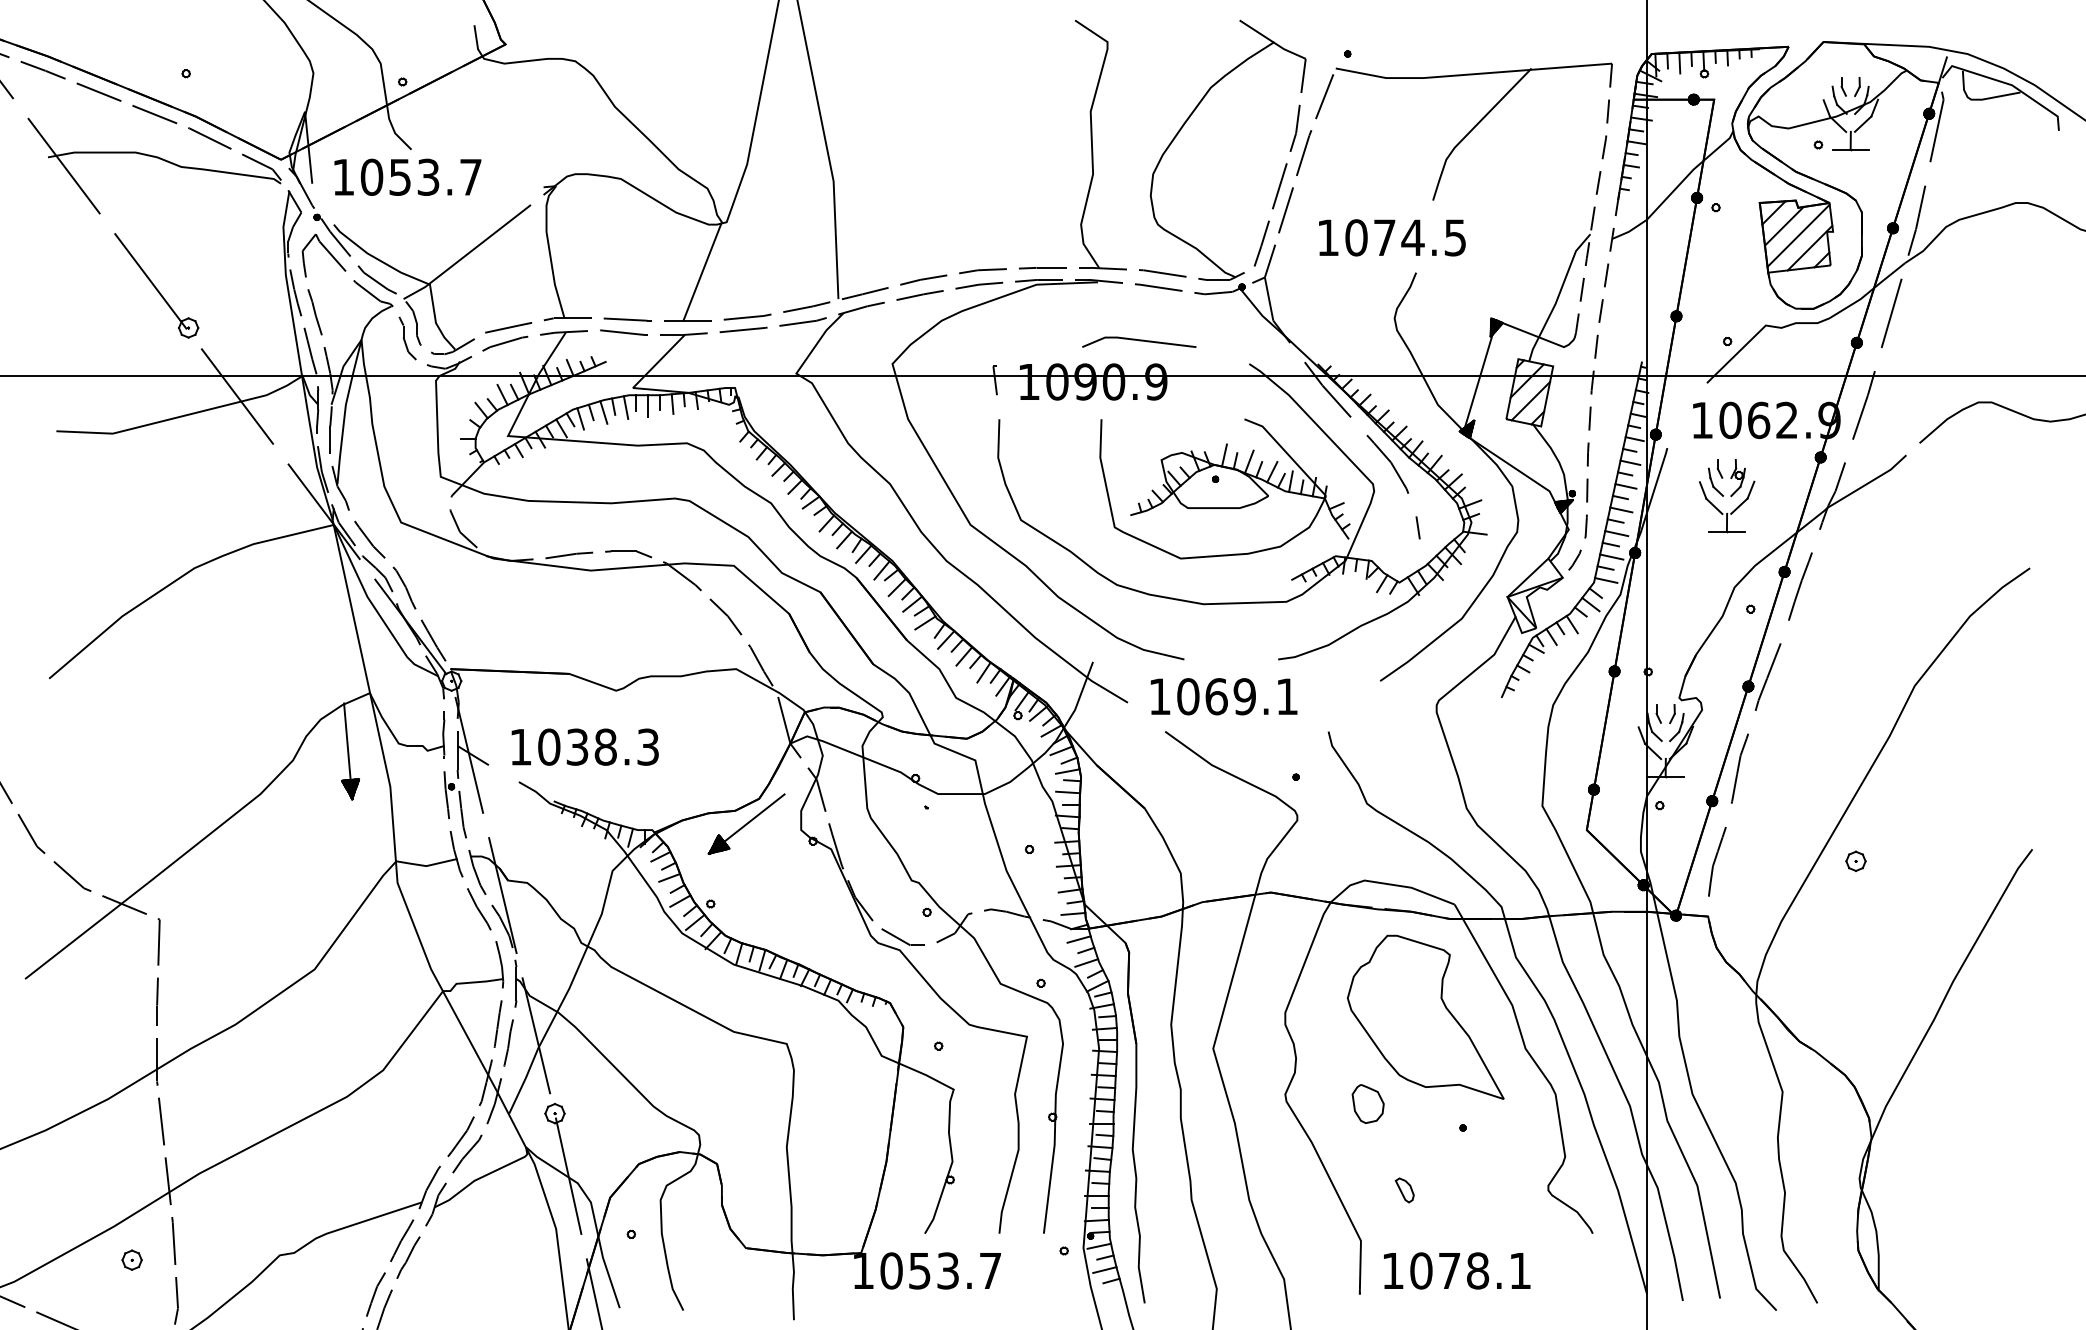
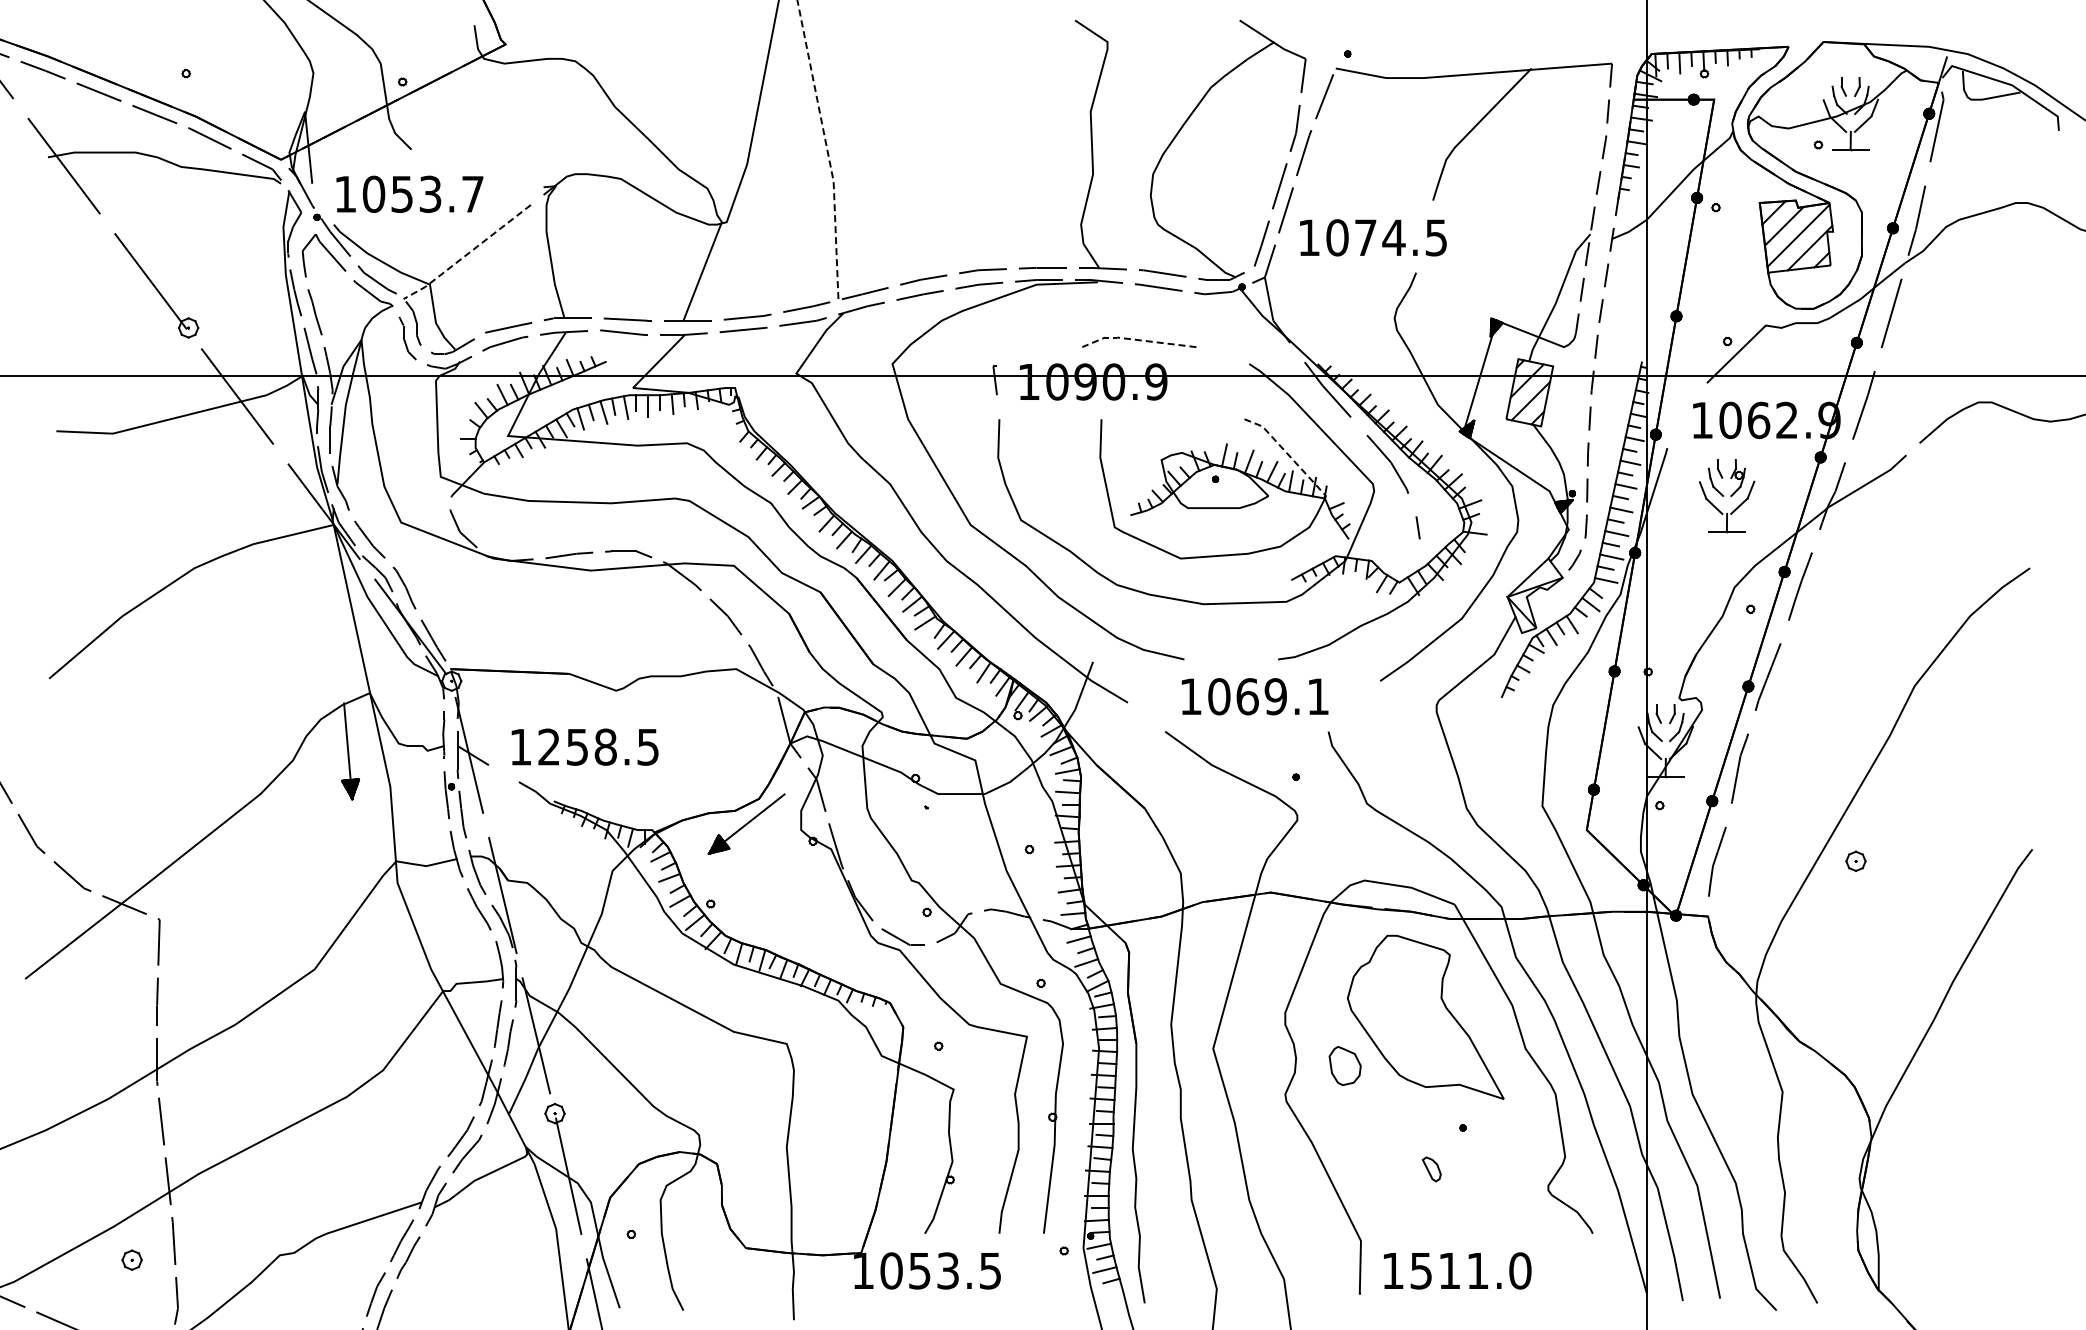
line at (827, 149): solid -> dashed
text at (407, 176) position: (407, 176) -> (409, 193)
text at (1392, 237) position: (1392, 237) -> (1373, 237)
line at (468, 253): solid -> dashed
line at (1136, 339): solid -> dashed
line at (1287, 453): solid -> dashed
text at (1223, 696) position: (1223, 696) -> (1254, 696)
text at (598, 746): 1038.3 -> 1258.5
part at (1367, 1103) position: (1367, 1103) -> (1344, 1065)
part at (1404, 1190) position: (1404, 1190) -> (1431, 1169)
text at (1470, 1270): 1078.1 -> 1511.0
text at (990, 1271): 1053.7 -> 1053.5
